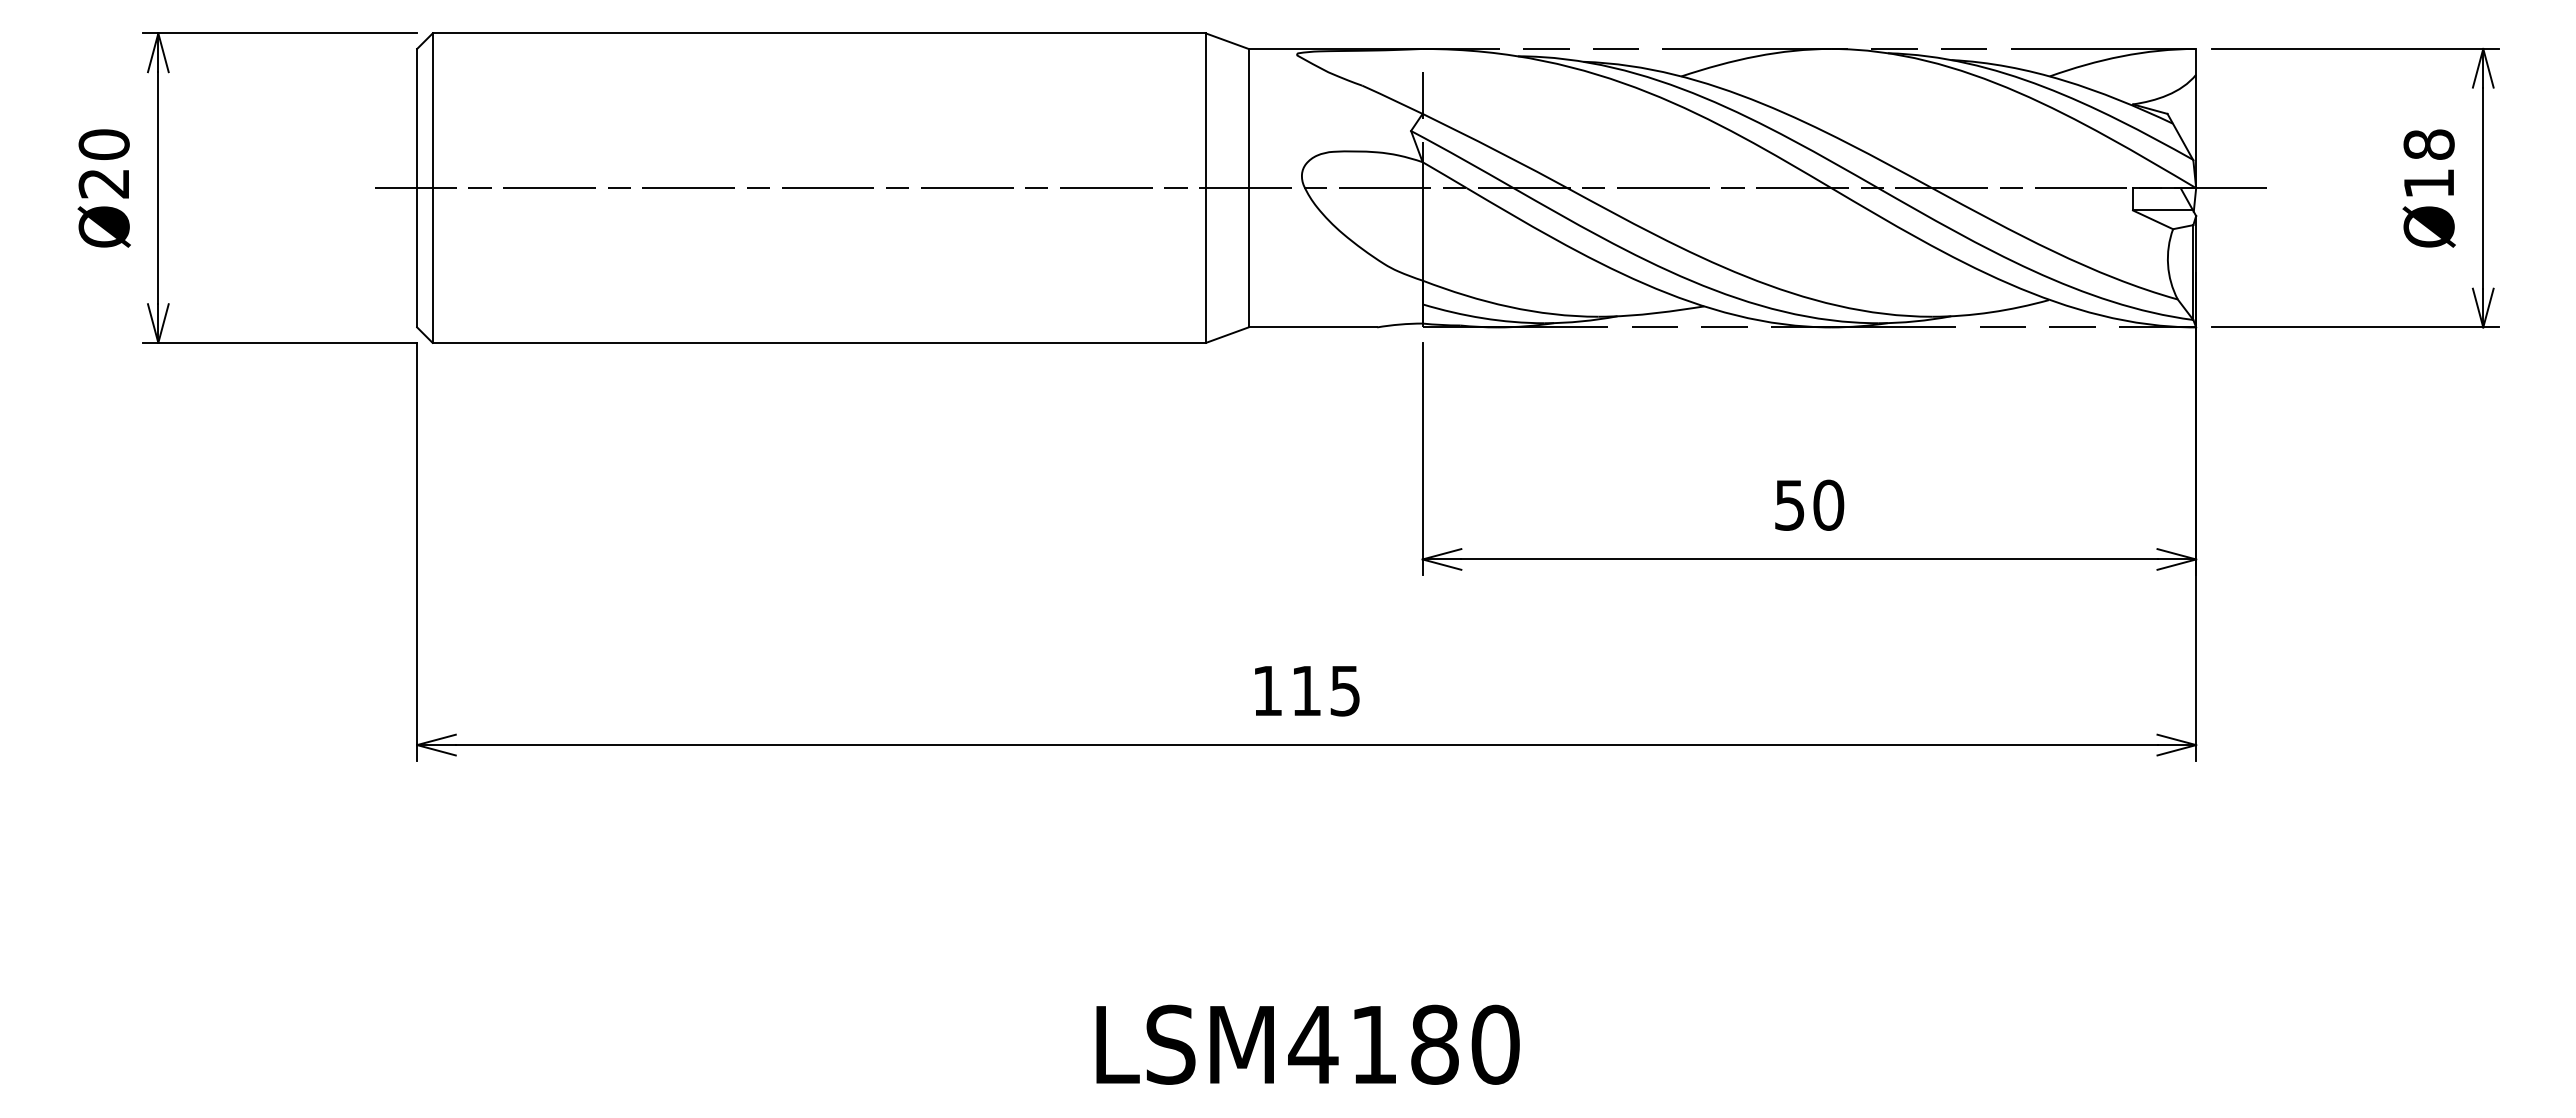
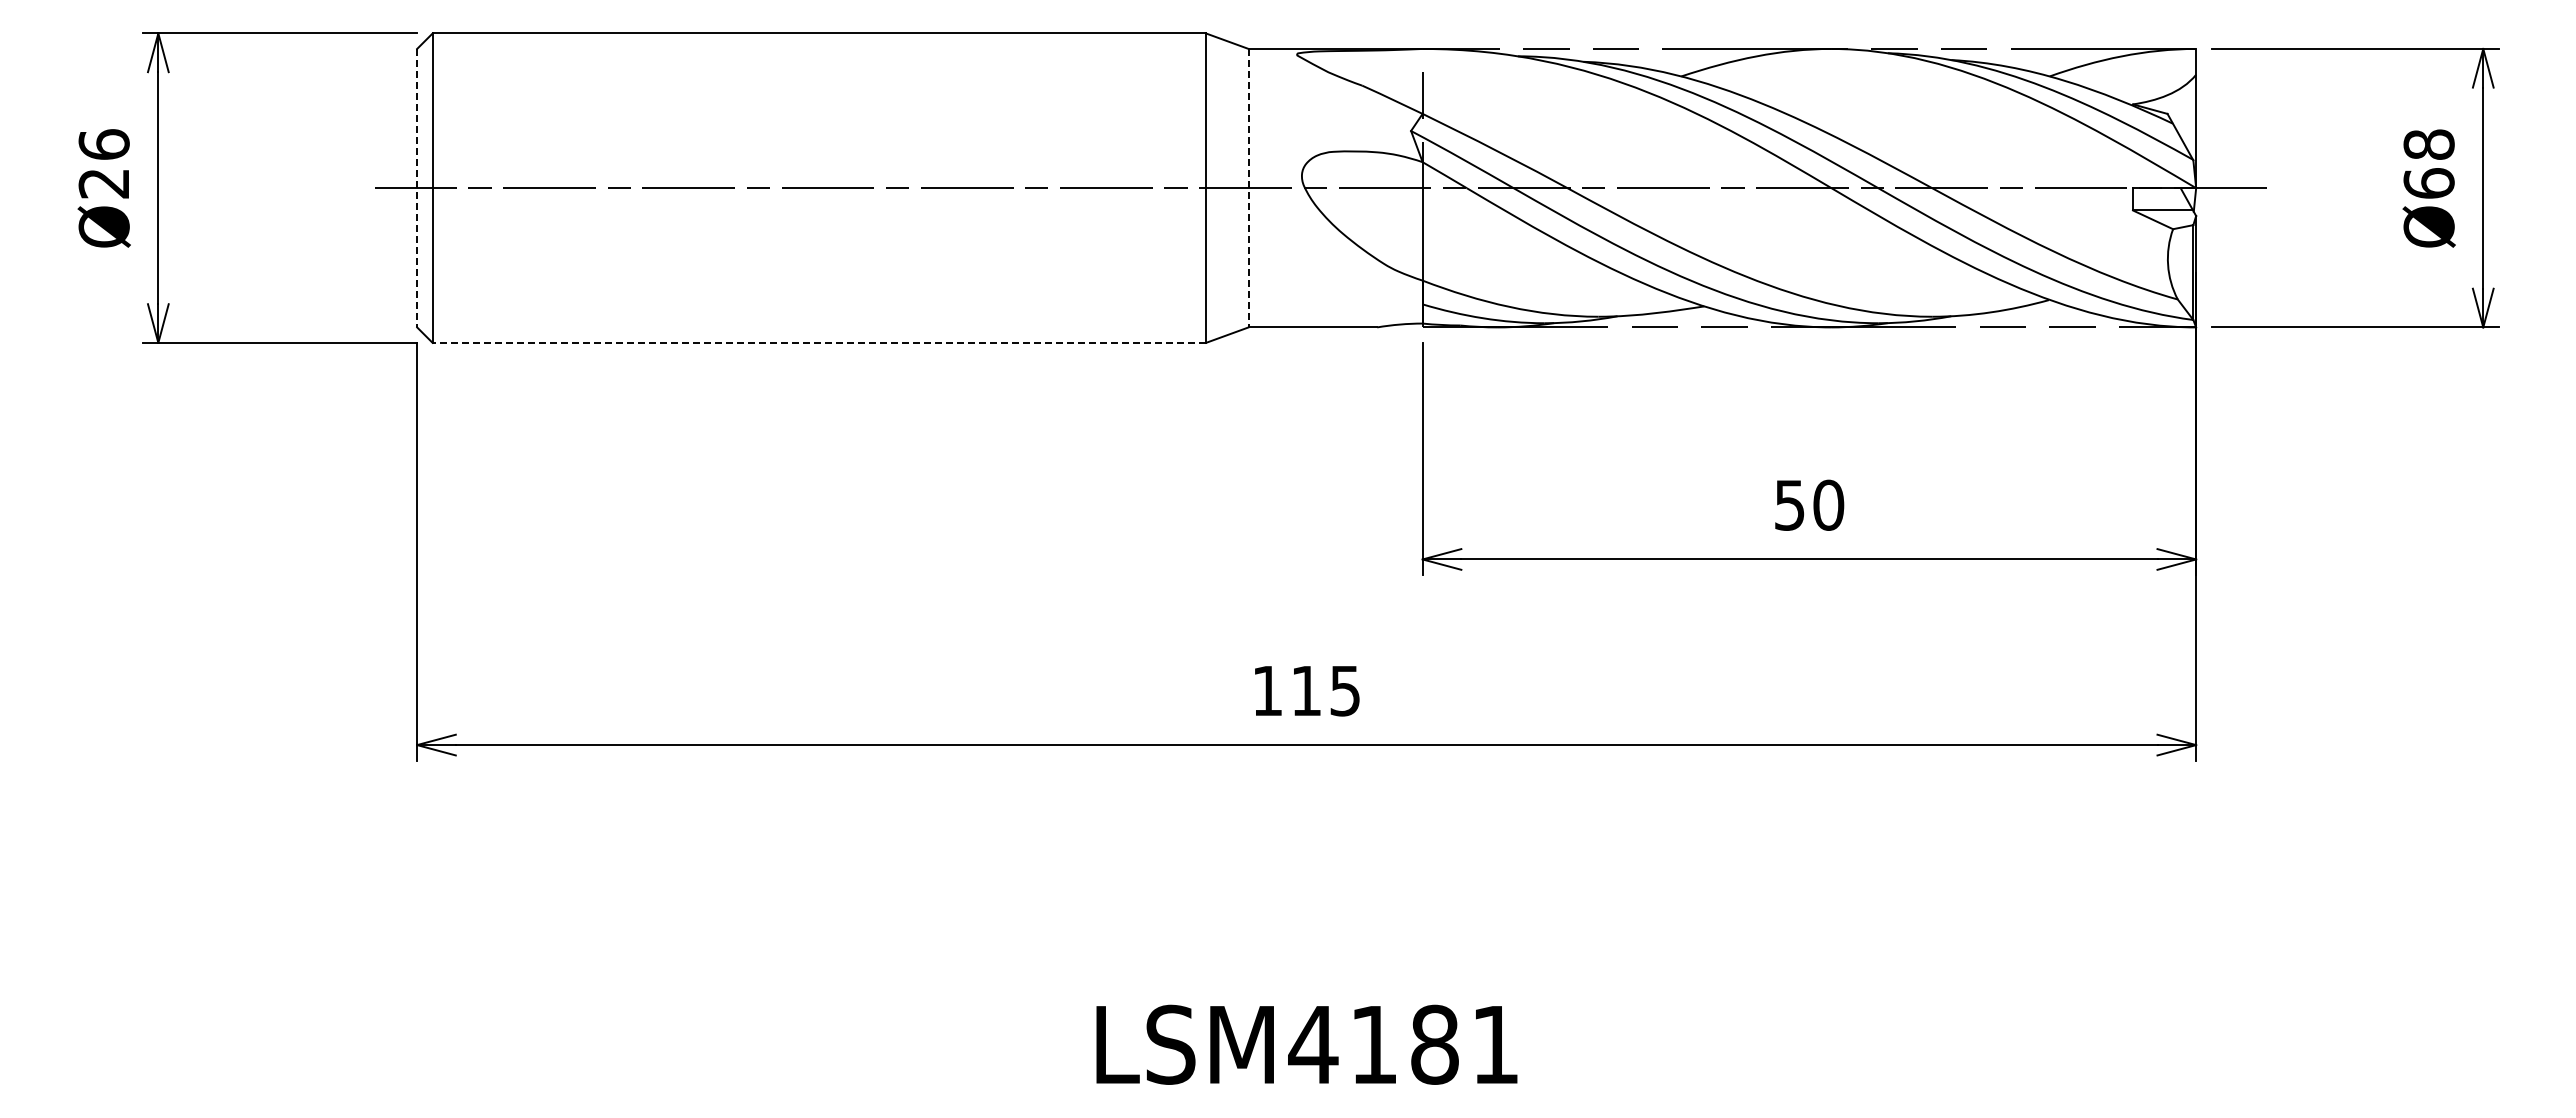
text at (103, 144): Ø20 -> Ø26
text at (2428, 183): Ø18 -> Ø68
line at (417, 188): solid -> dashed
line at (1248, 188): solid -> dashed
line at (819, 342): solid -> dashed
text at (1495, 1044): LSM4180 -> LSM4181
